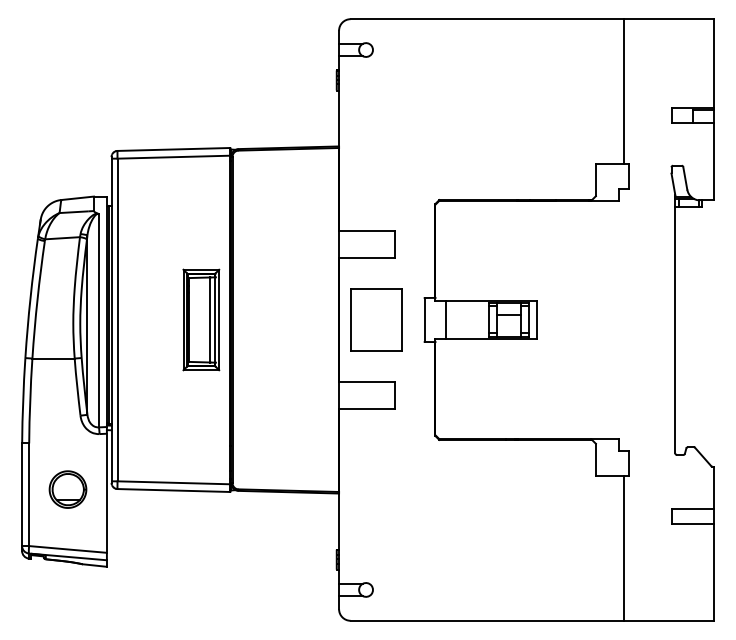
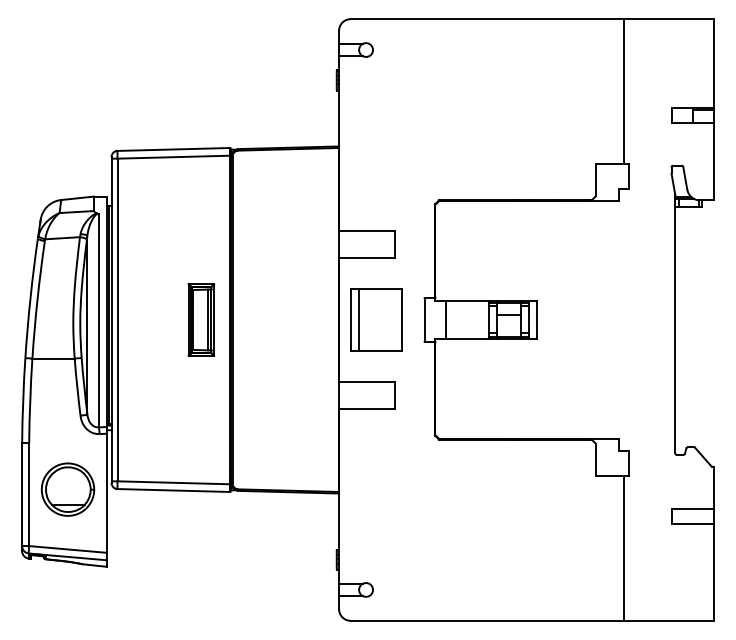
part at (201, 319) size: 39x104 px -> 29x74 px
line at (359, 319): none -> present
part at (67, 489) size: 40x39 px -> 56x55 px
